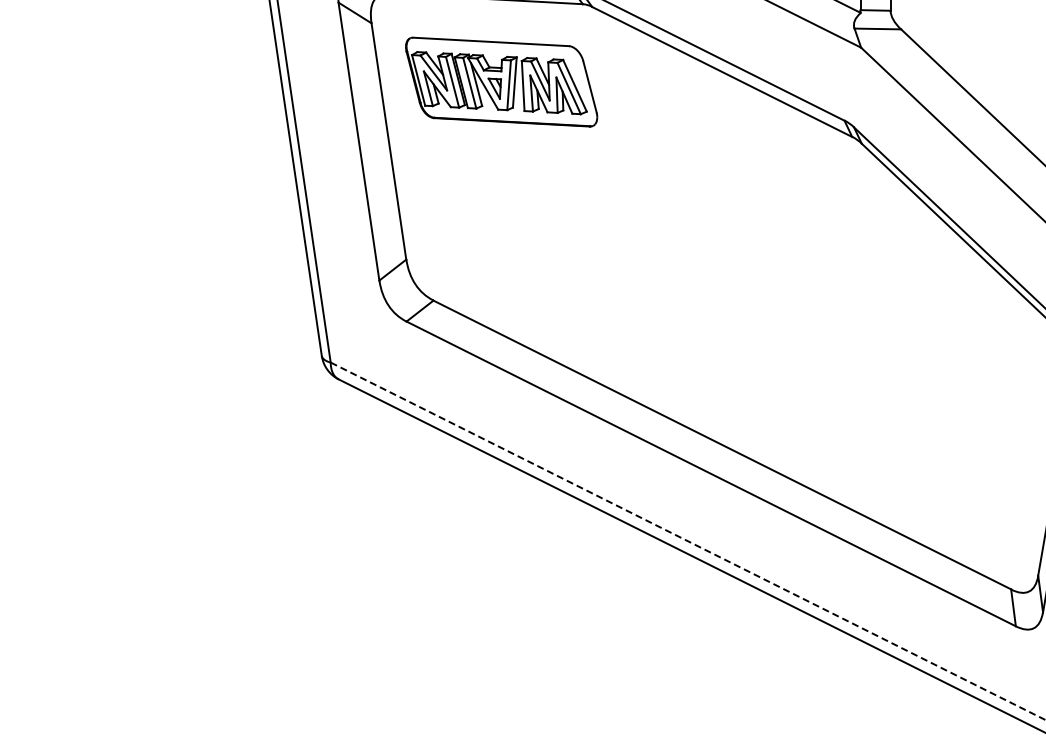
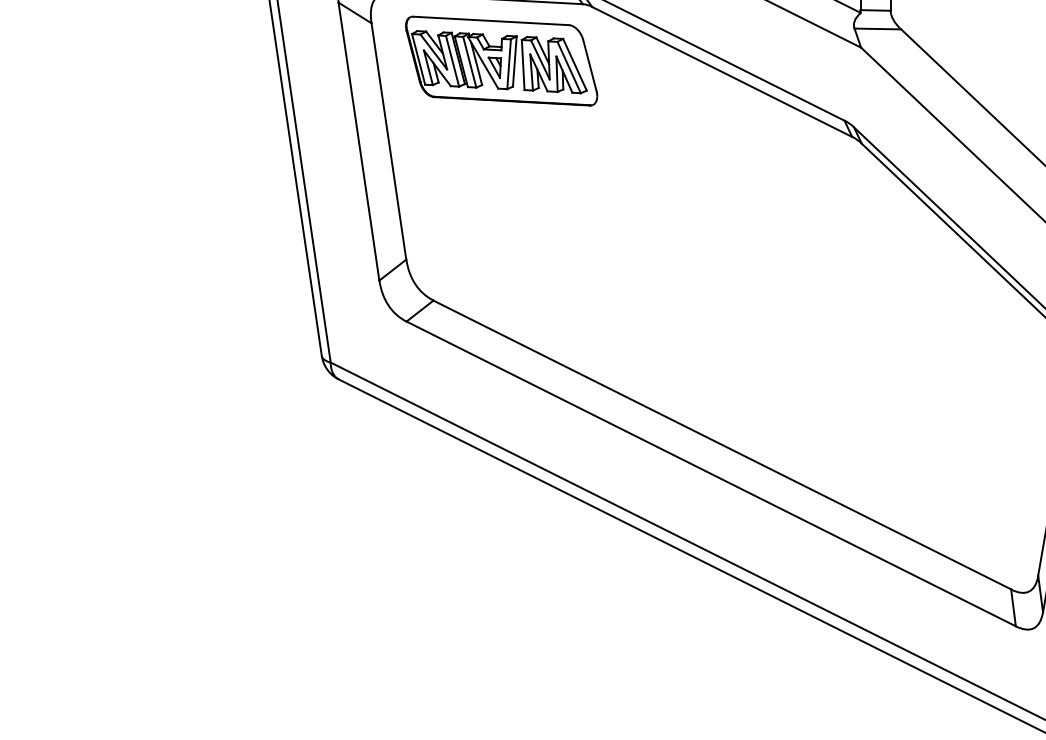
part at (501, 81) position: (501, 81) -> (501, 60)
line at (688, 541): dashed -> solid
